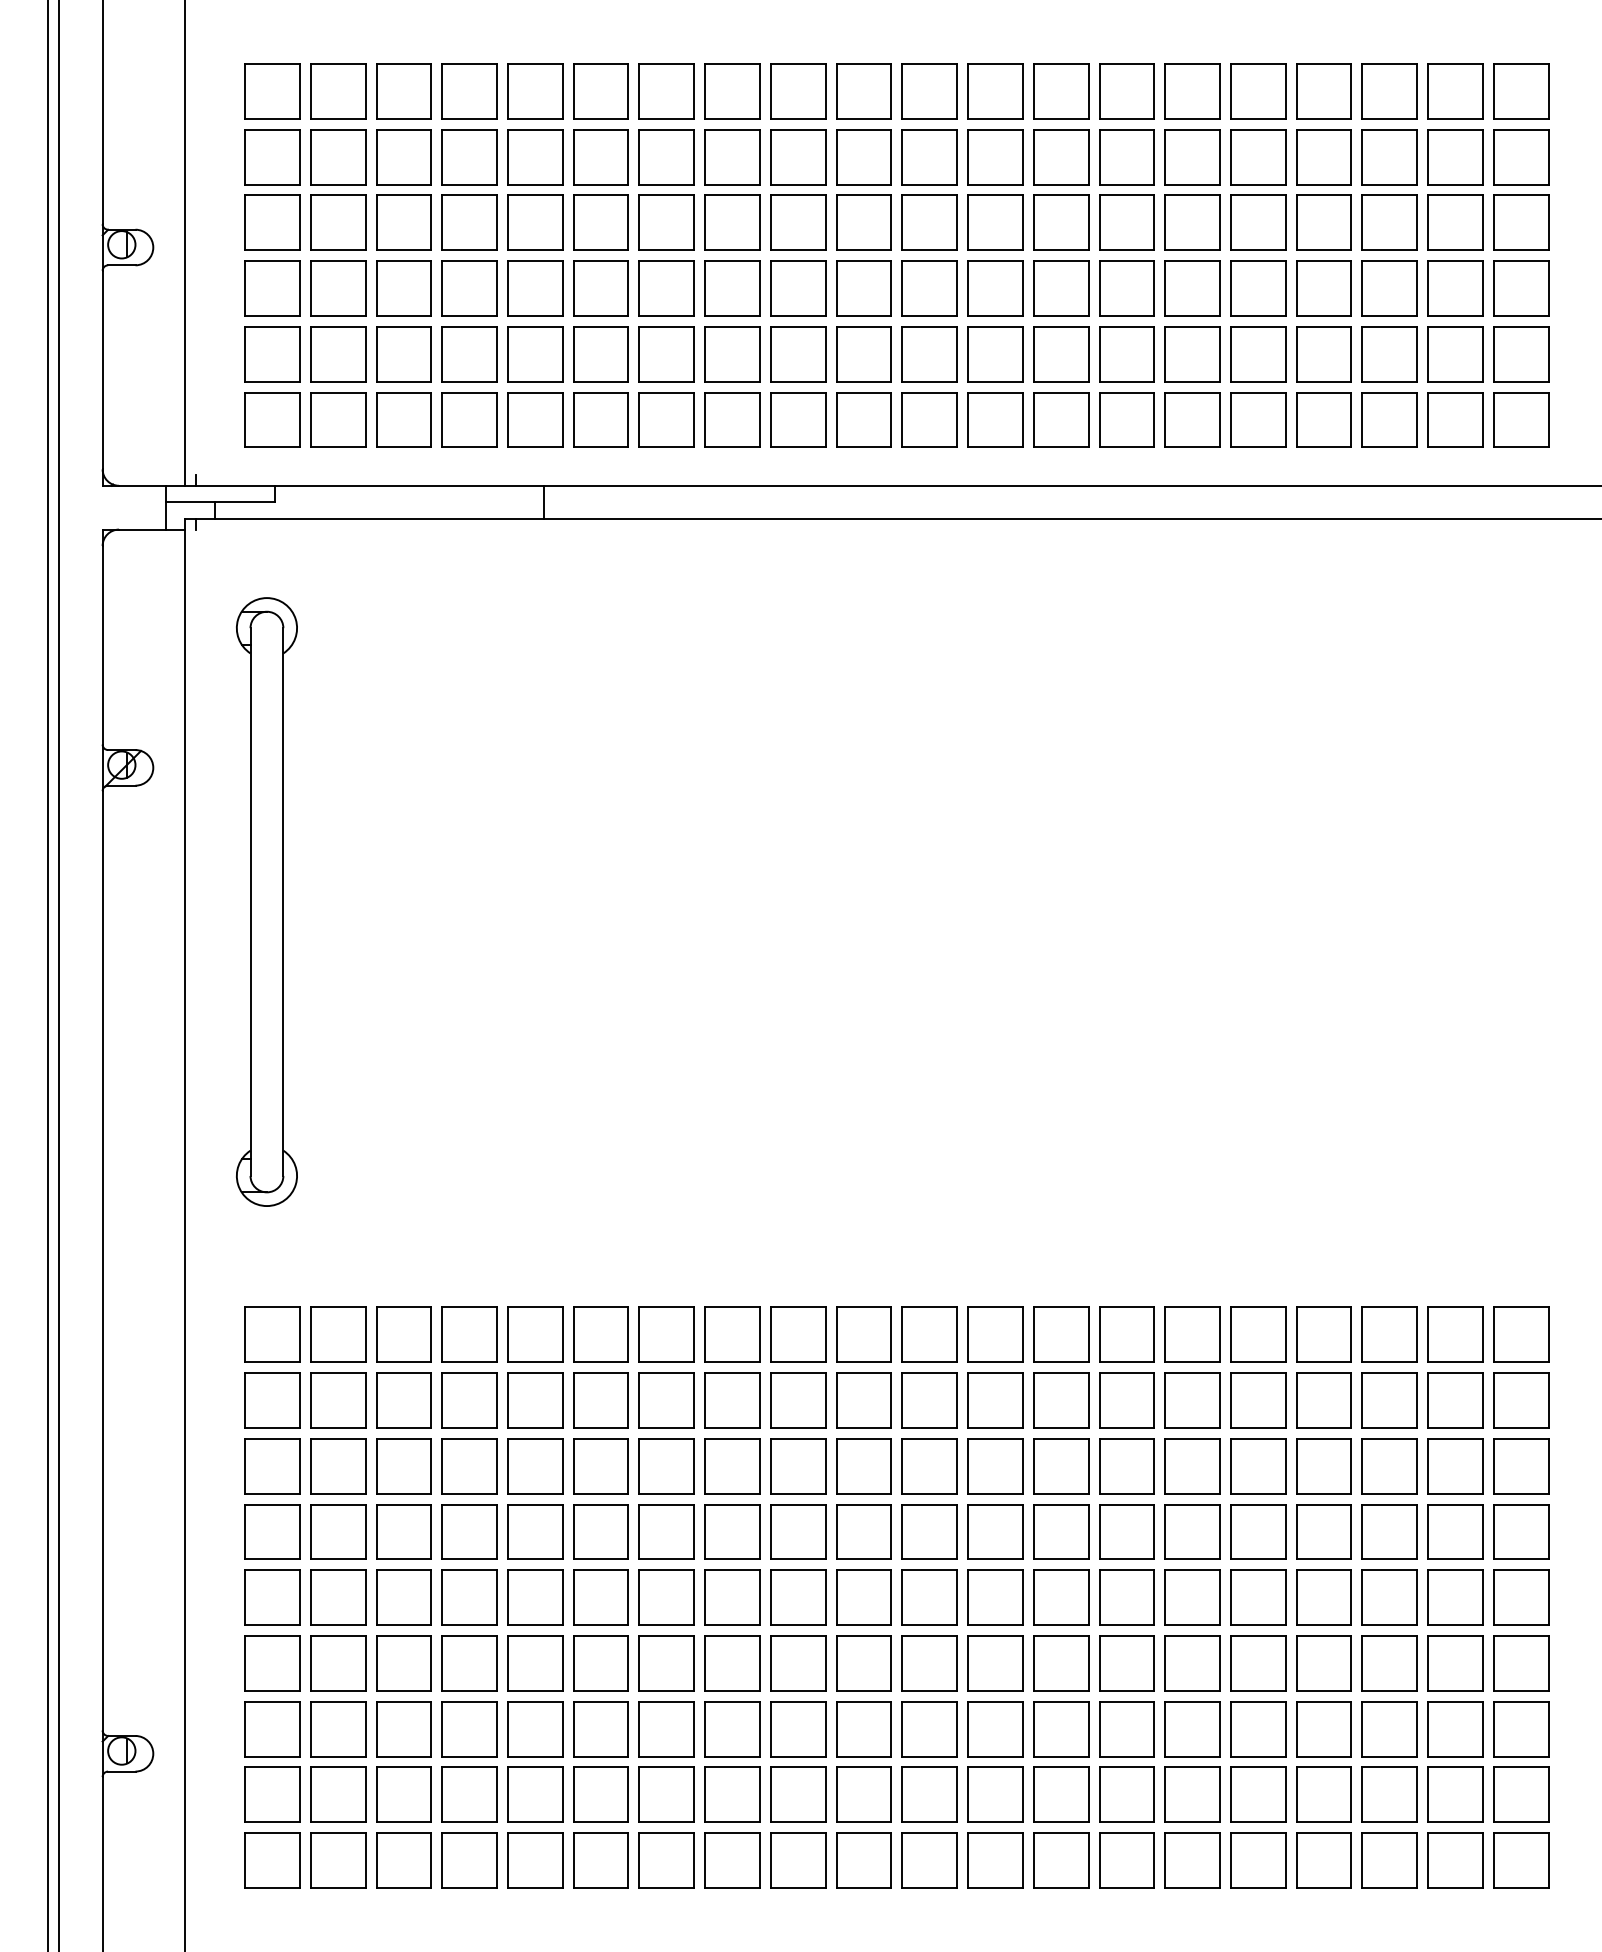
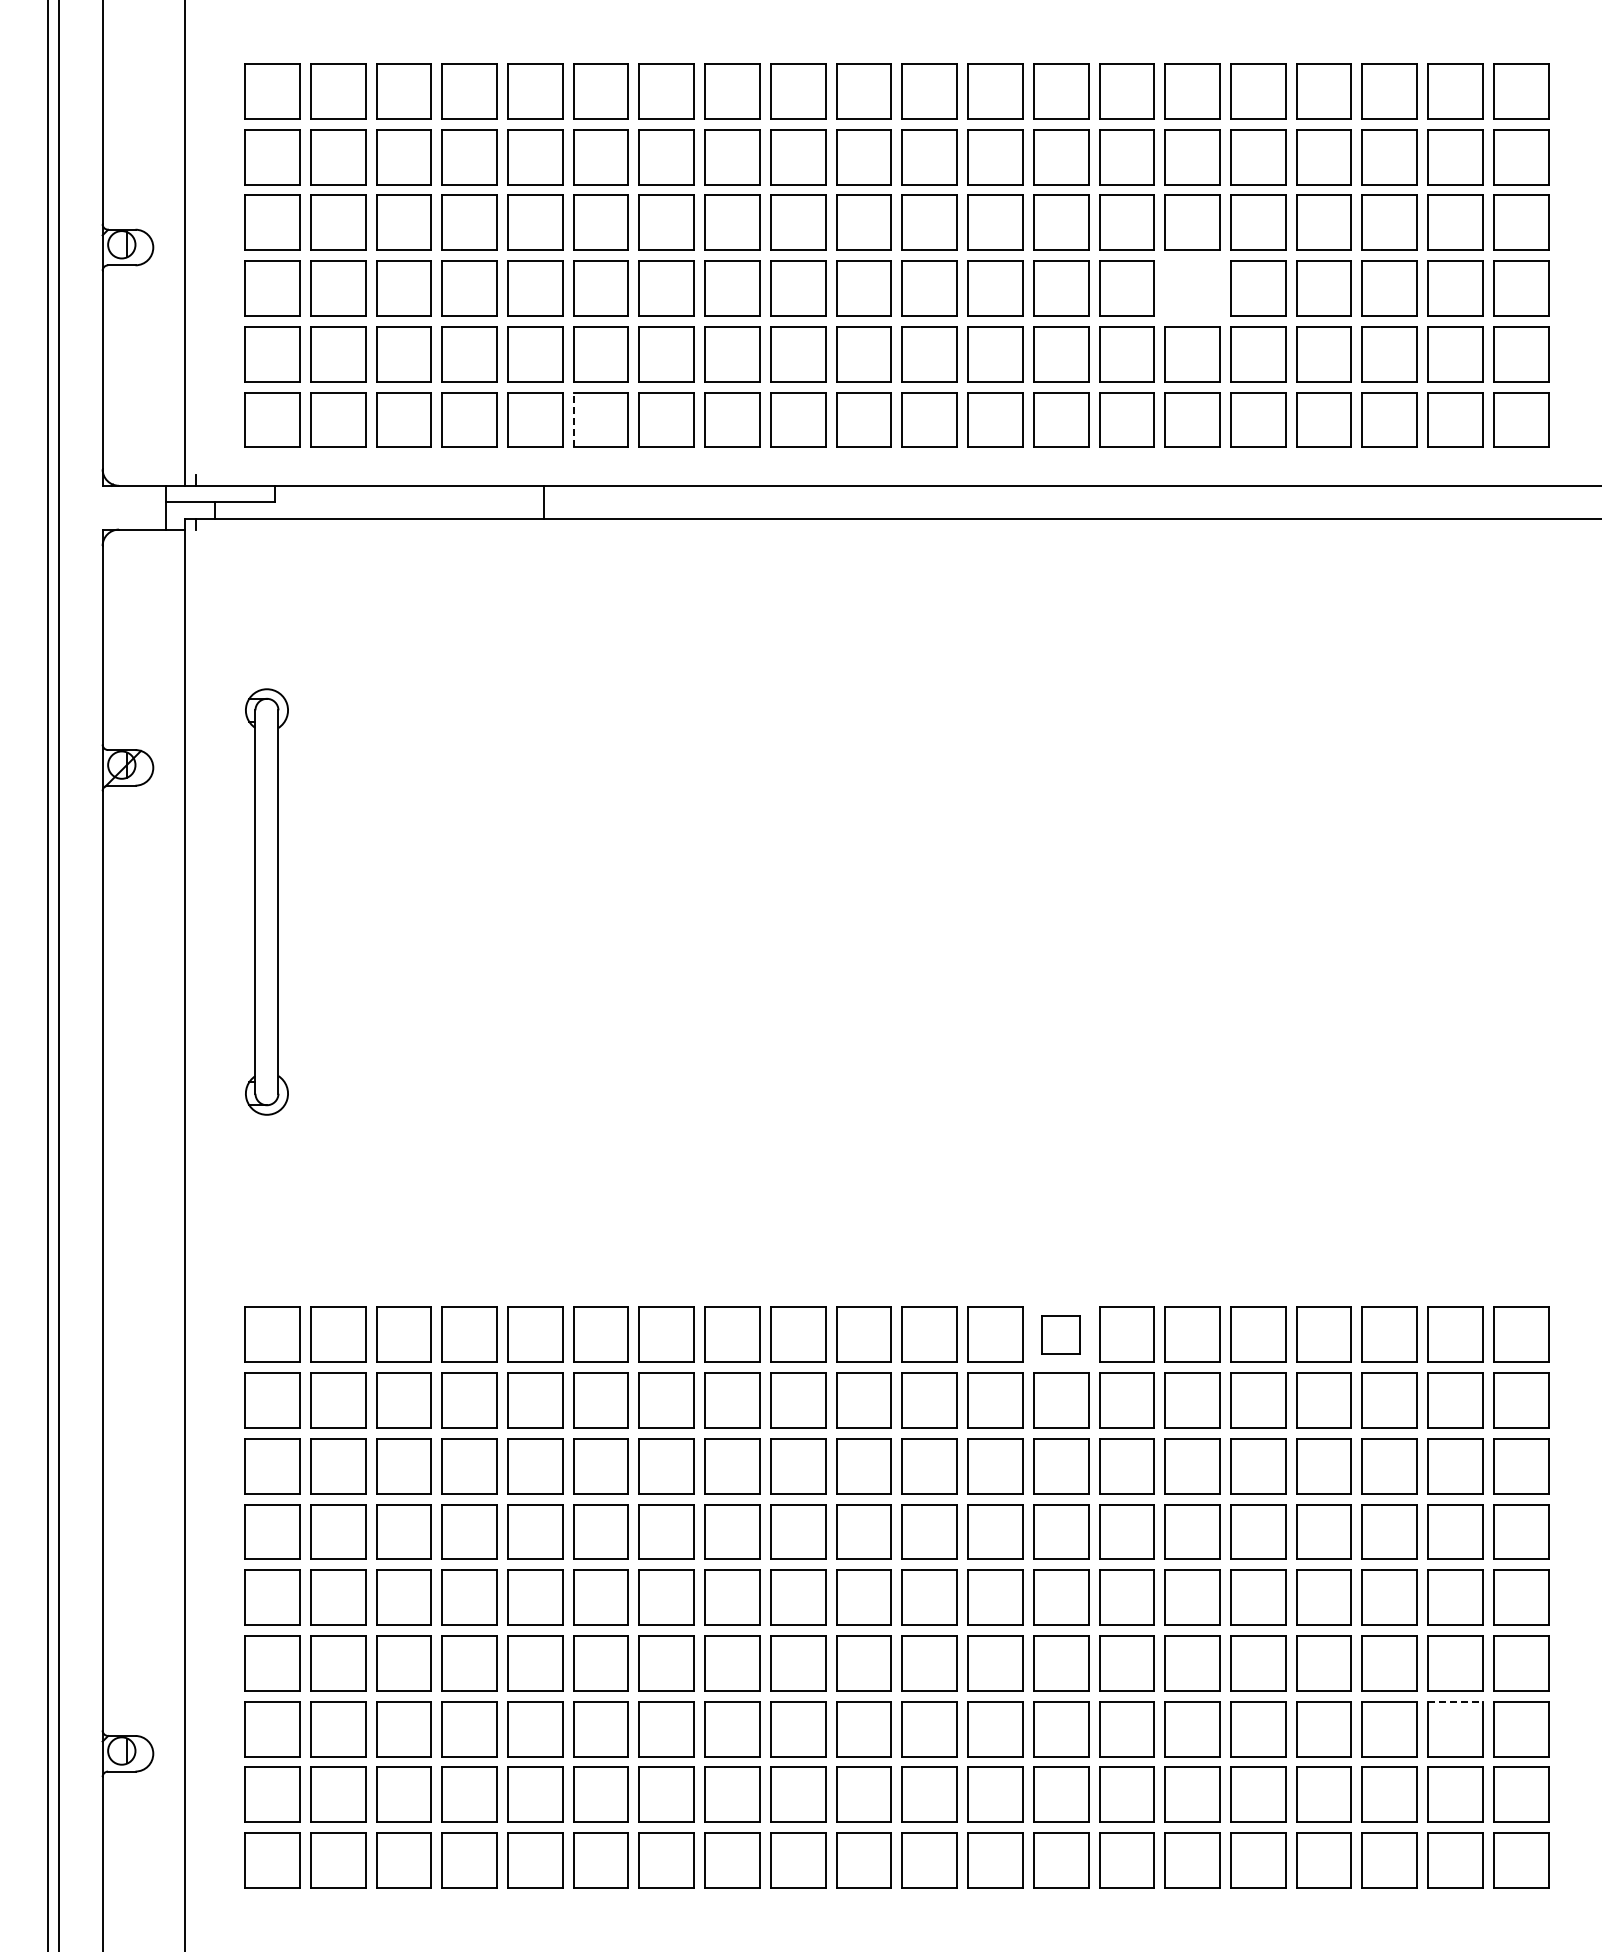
part at (1192, 288): present -> none
line at (573, 419): solid -> dashed
part at (266, 901) size: 62x610 px -> 44x428 px
part at (1061, 1334) size: 57x57 px -> 40x40 px
line at (1456, 1701): solid -> dashed
